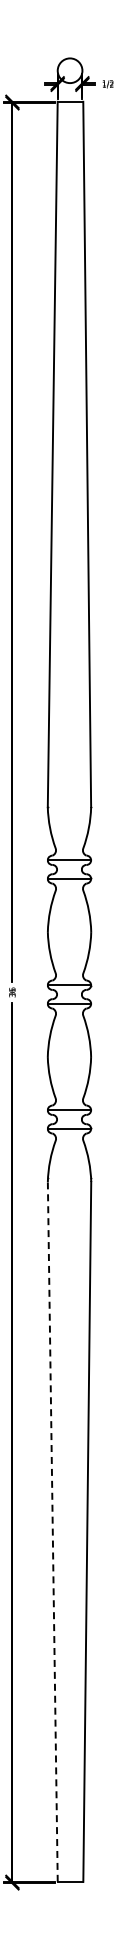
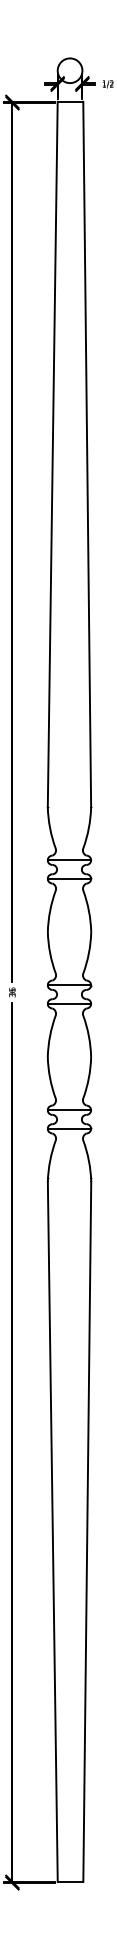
line at (52, 1531): dashed -> solid
